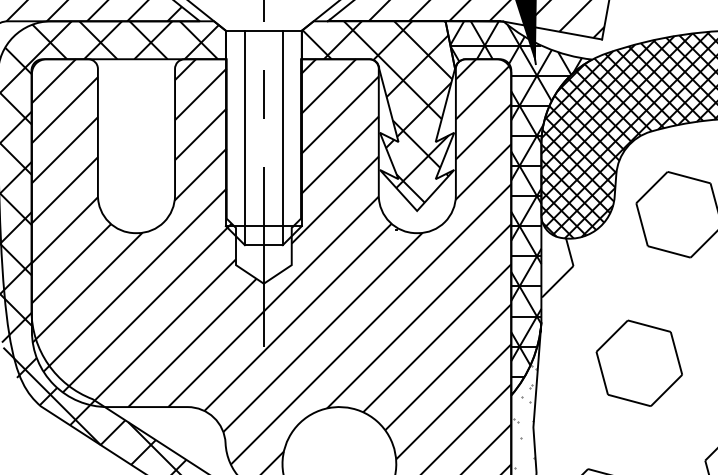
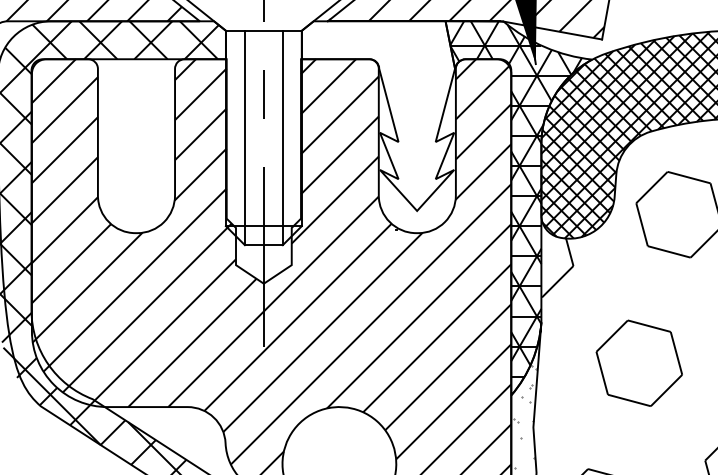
hatch at (376, 111): present -> none
